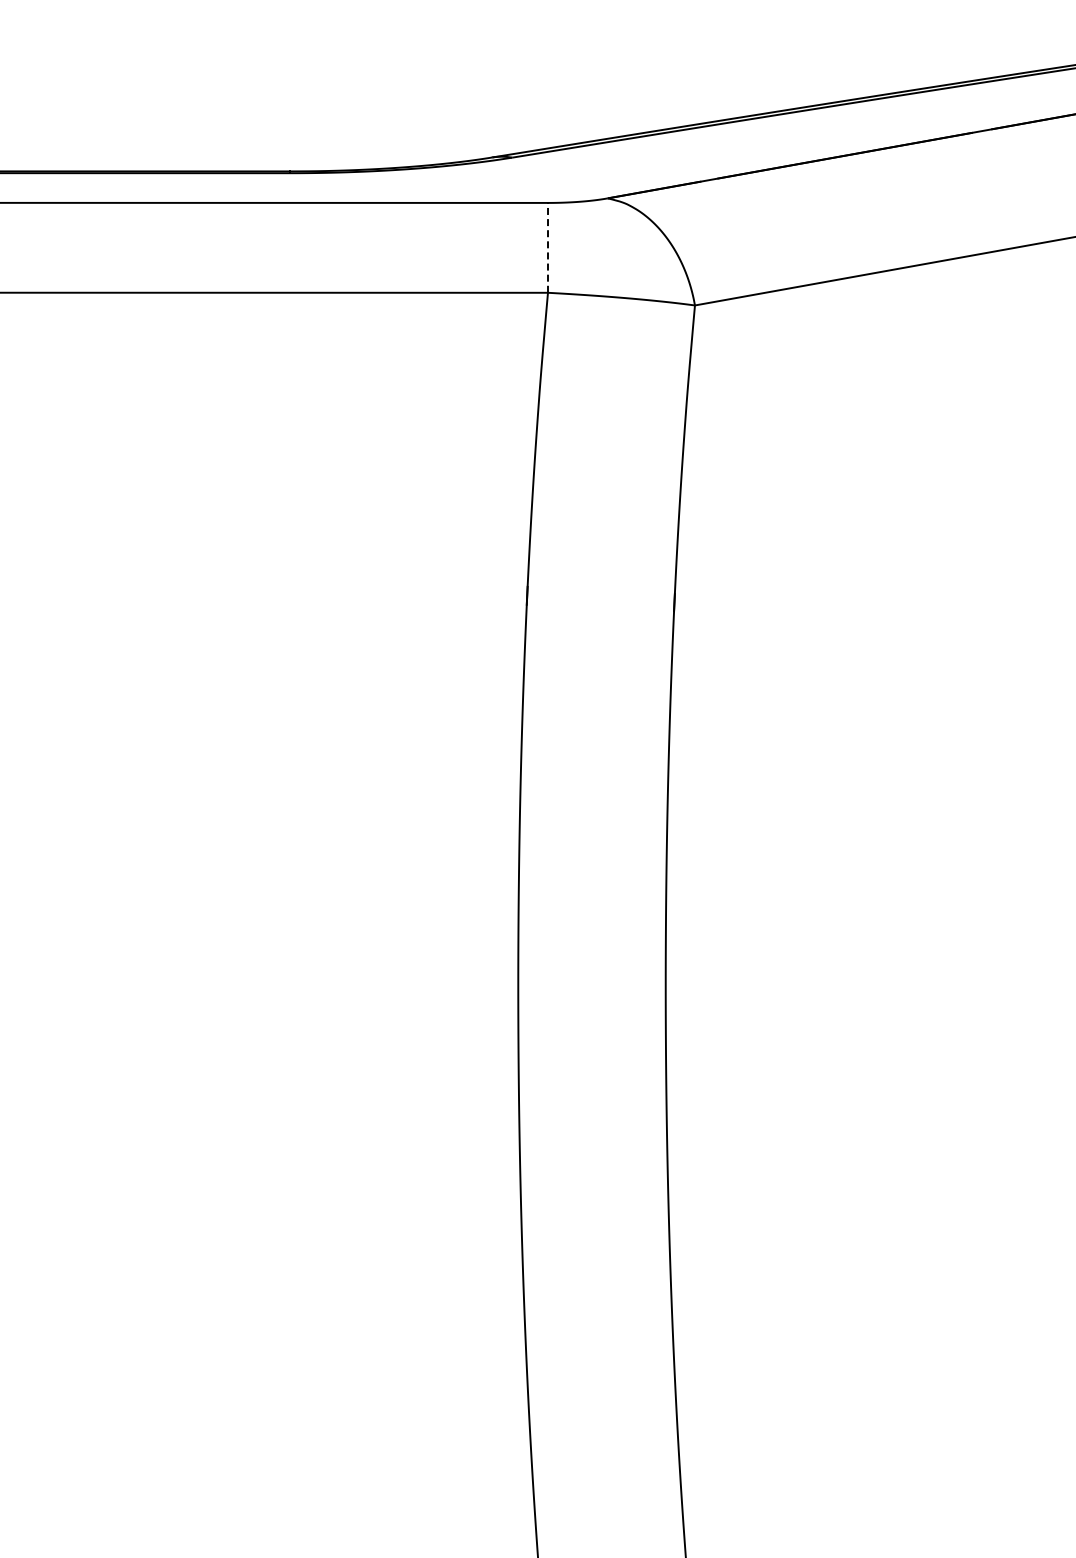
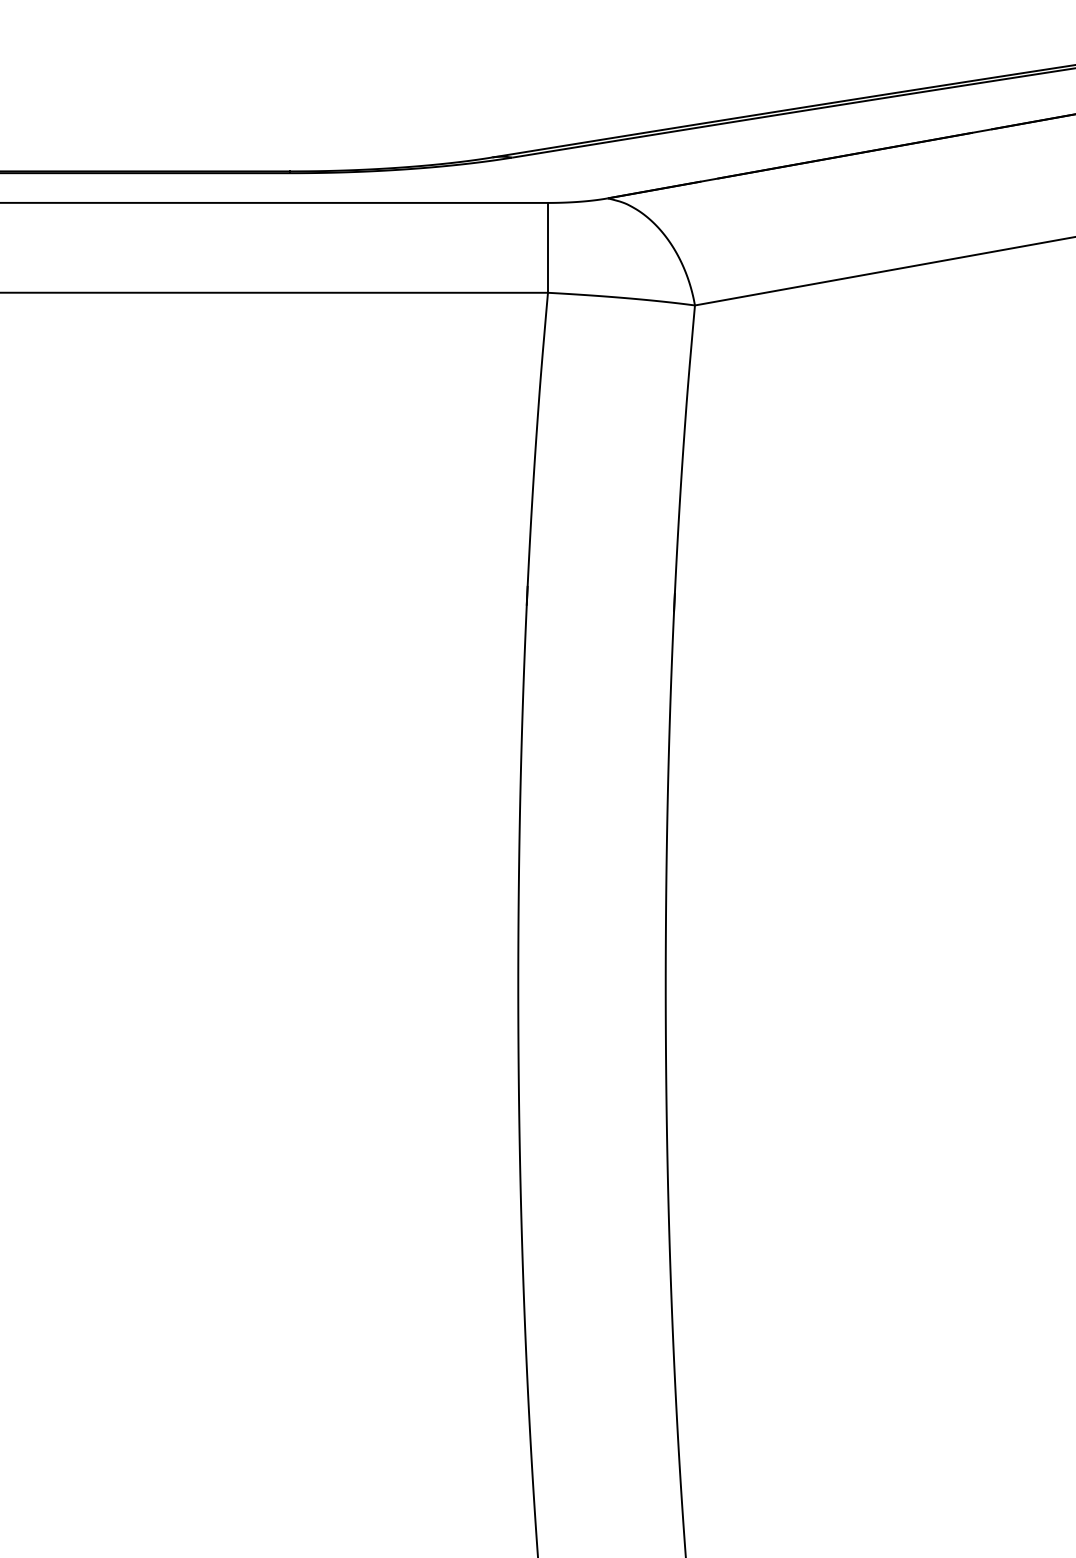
line at (548, 247): dashed -> solid
